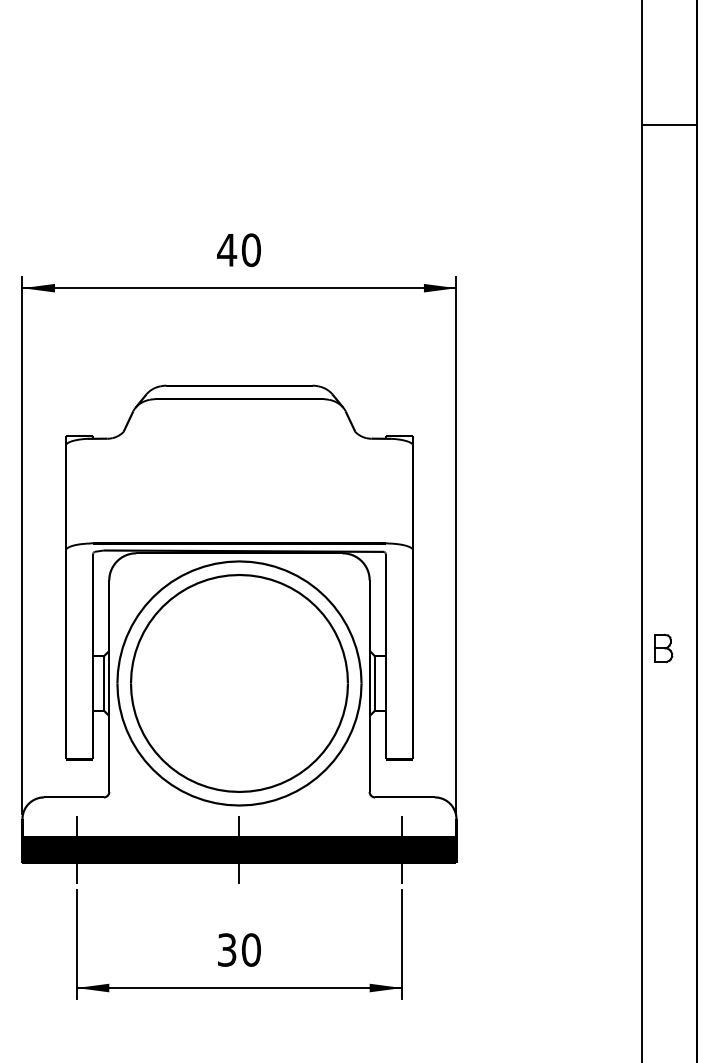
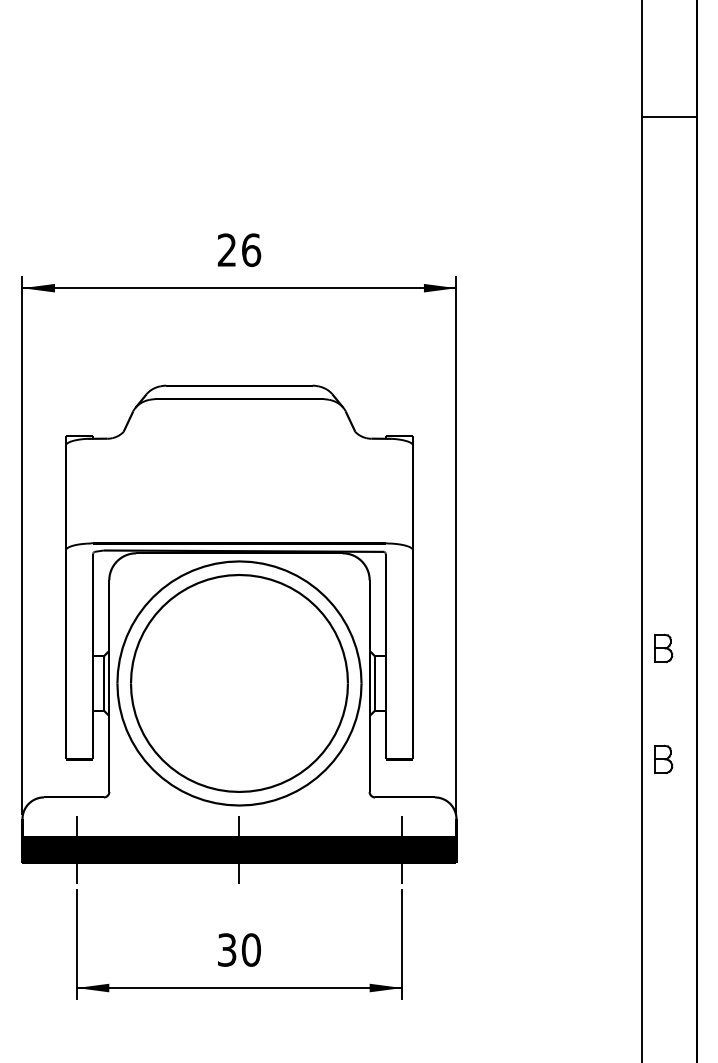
line at (669, 124) position: (669, 124) -> (669, 116)
text at (239, 249): 40 -> 26
part at (663, 758): none -> present
